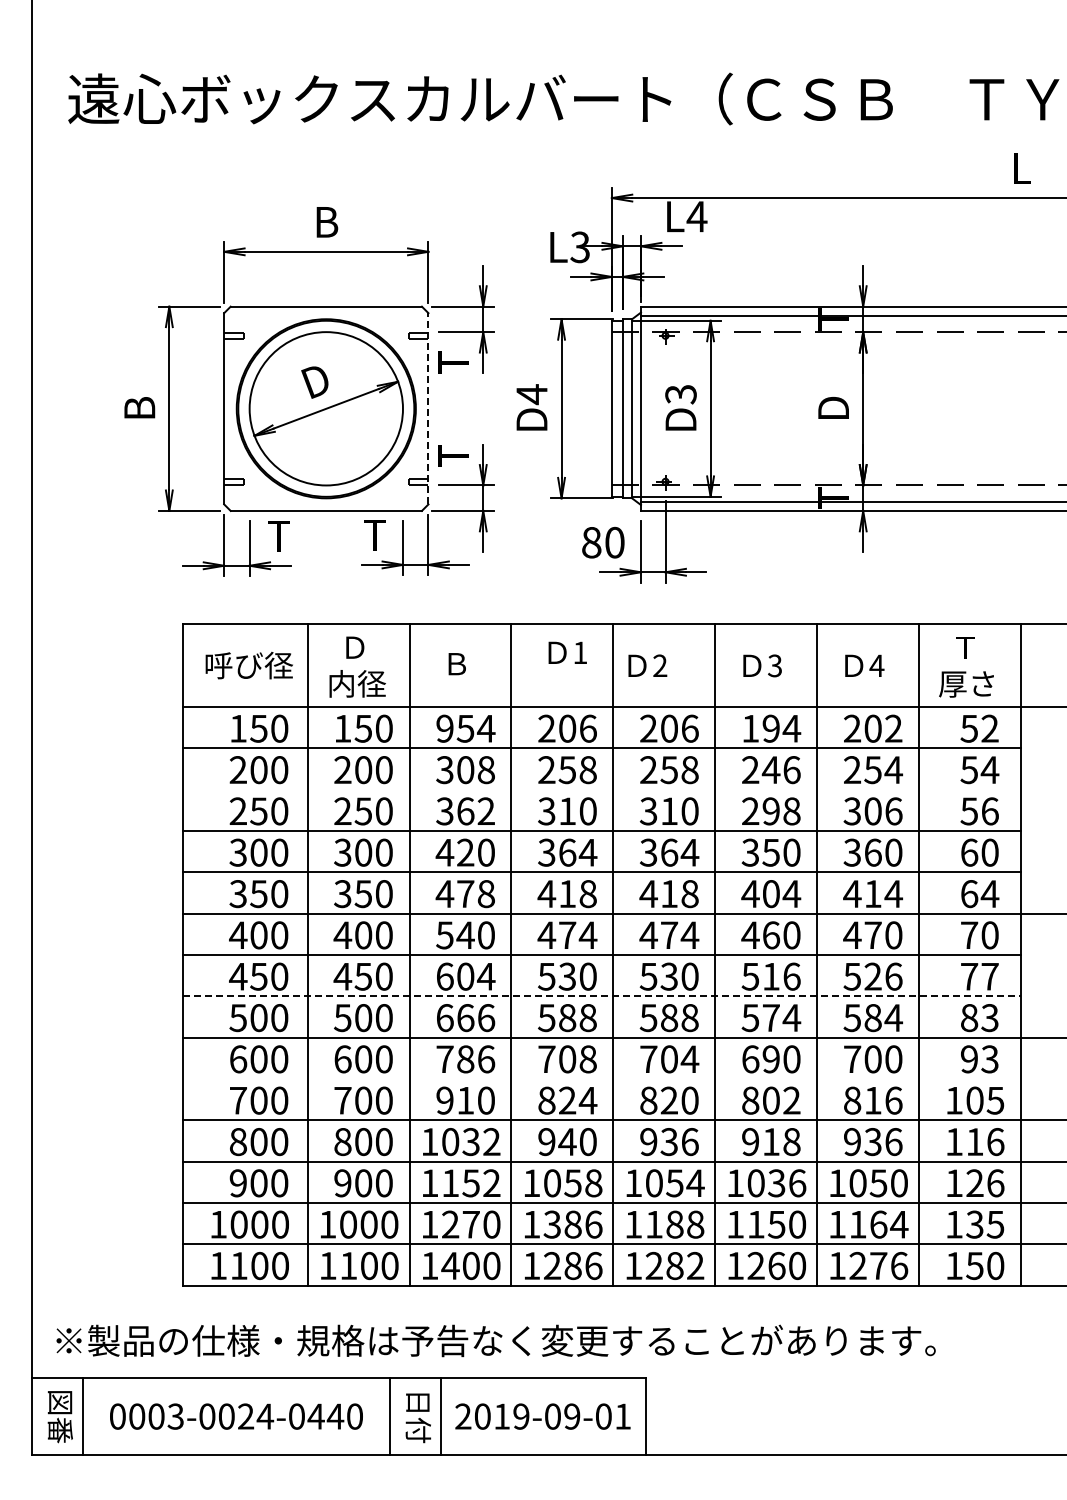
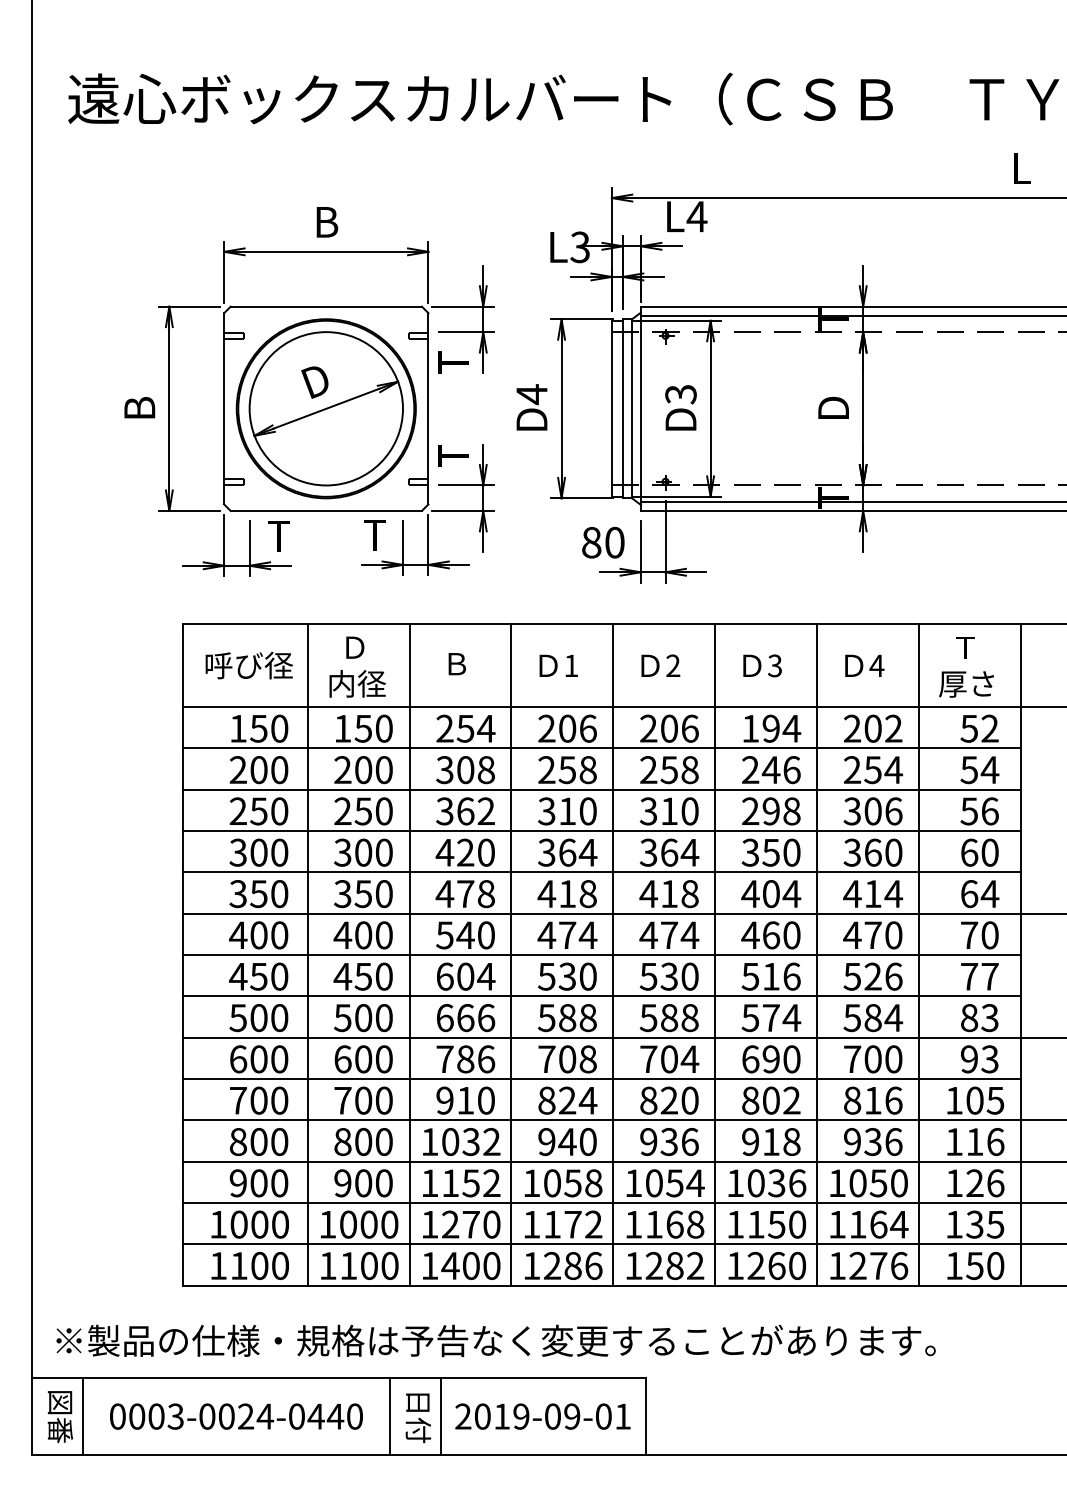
line at (428, 408): dashed -> solid
text at (567, 652) position: (567, 652) -> (558, 665)
text at (647, 665) position: (647, 665) -> (660, 665)
text at (444, 728): 954 -> 254
line at (601, 789): none -> present
line at (601, 996): dashed -> solid
line at (601, 1078): none -> present
text at (572, 1224): 1386 -> 1172
text at (674, 1224): 1188 -> 1168
